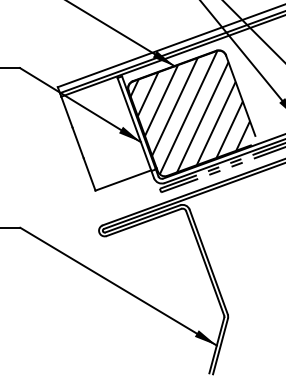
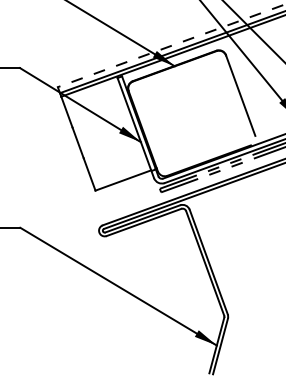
line at (171, 45): solid -> dashed
hatch at (190, 112): present -> none
